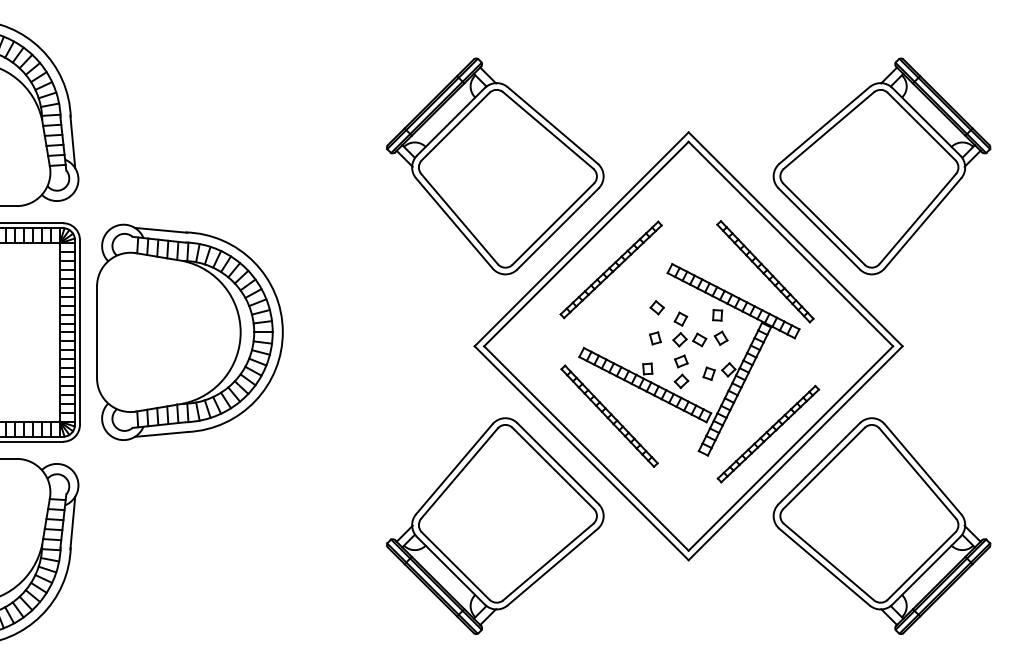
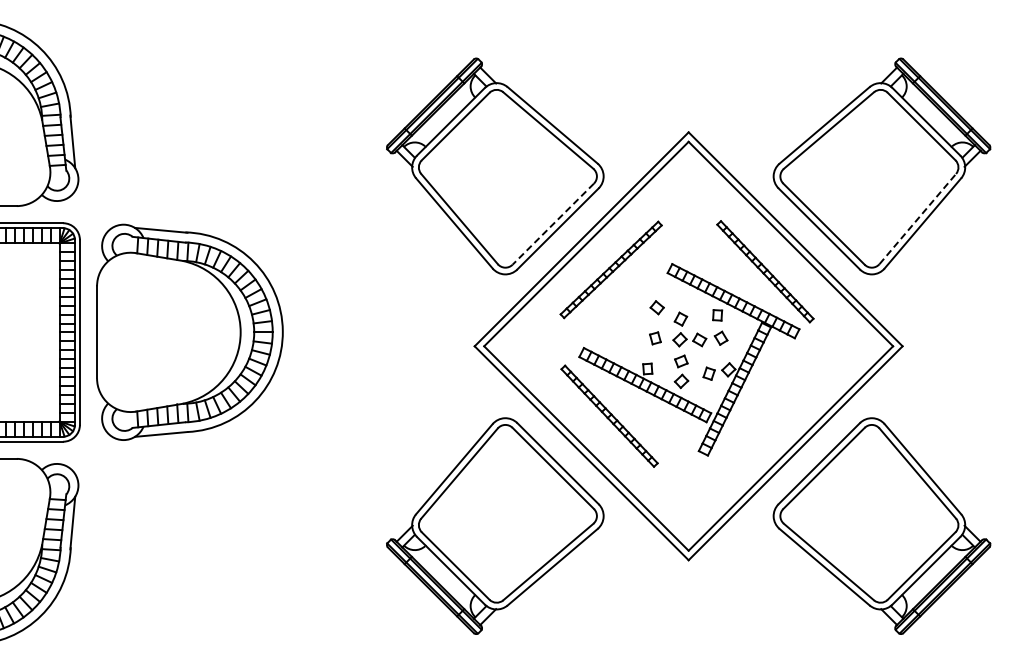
line at (918, 218): solid -> dashed
line at (552, 224): solid -> dashed
part at (768, 433): present -> none
